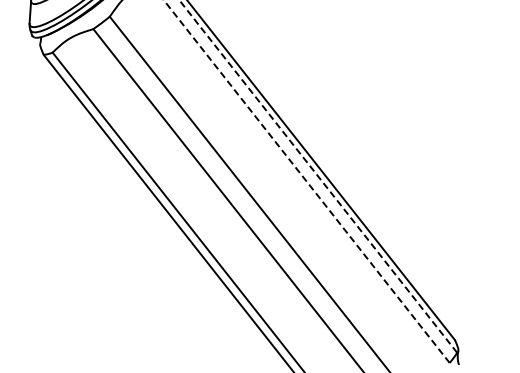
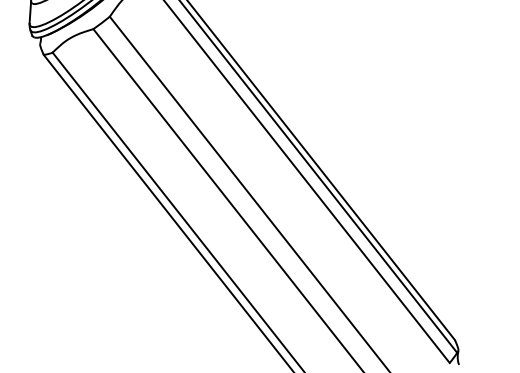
line at (317, 176): dashed -> solid
line at (306, 181): dashed -> solid
